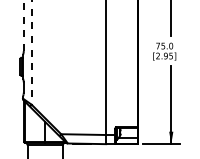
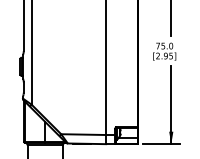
line at (23, 25): dashed -> solid
line at (31, 53): dashed -> solid
